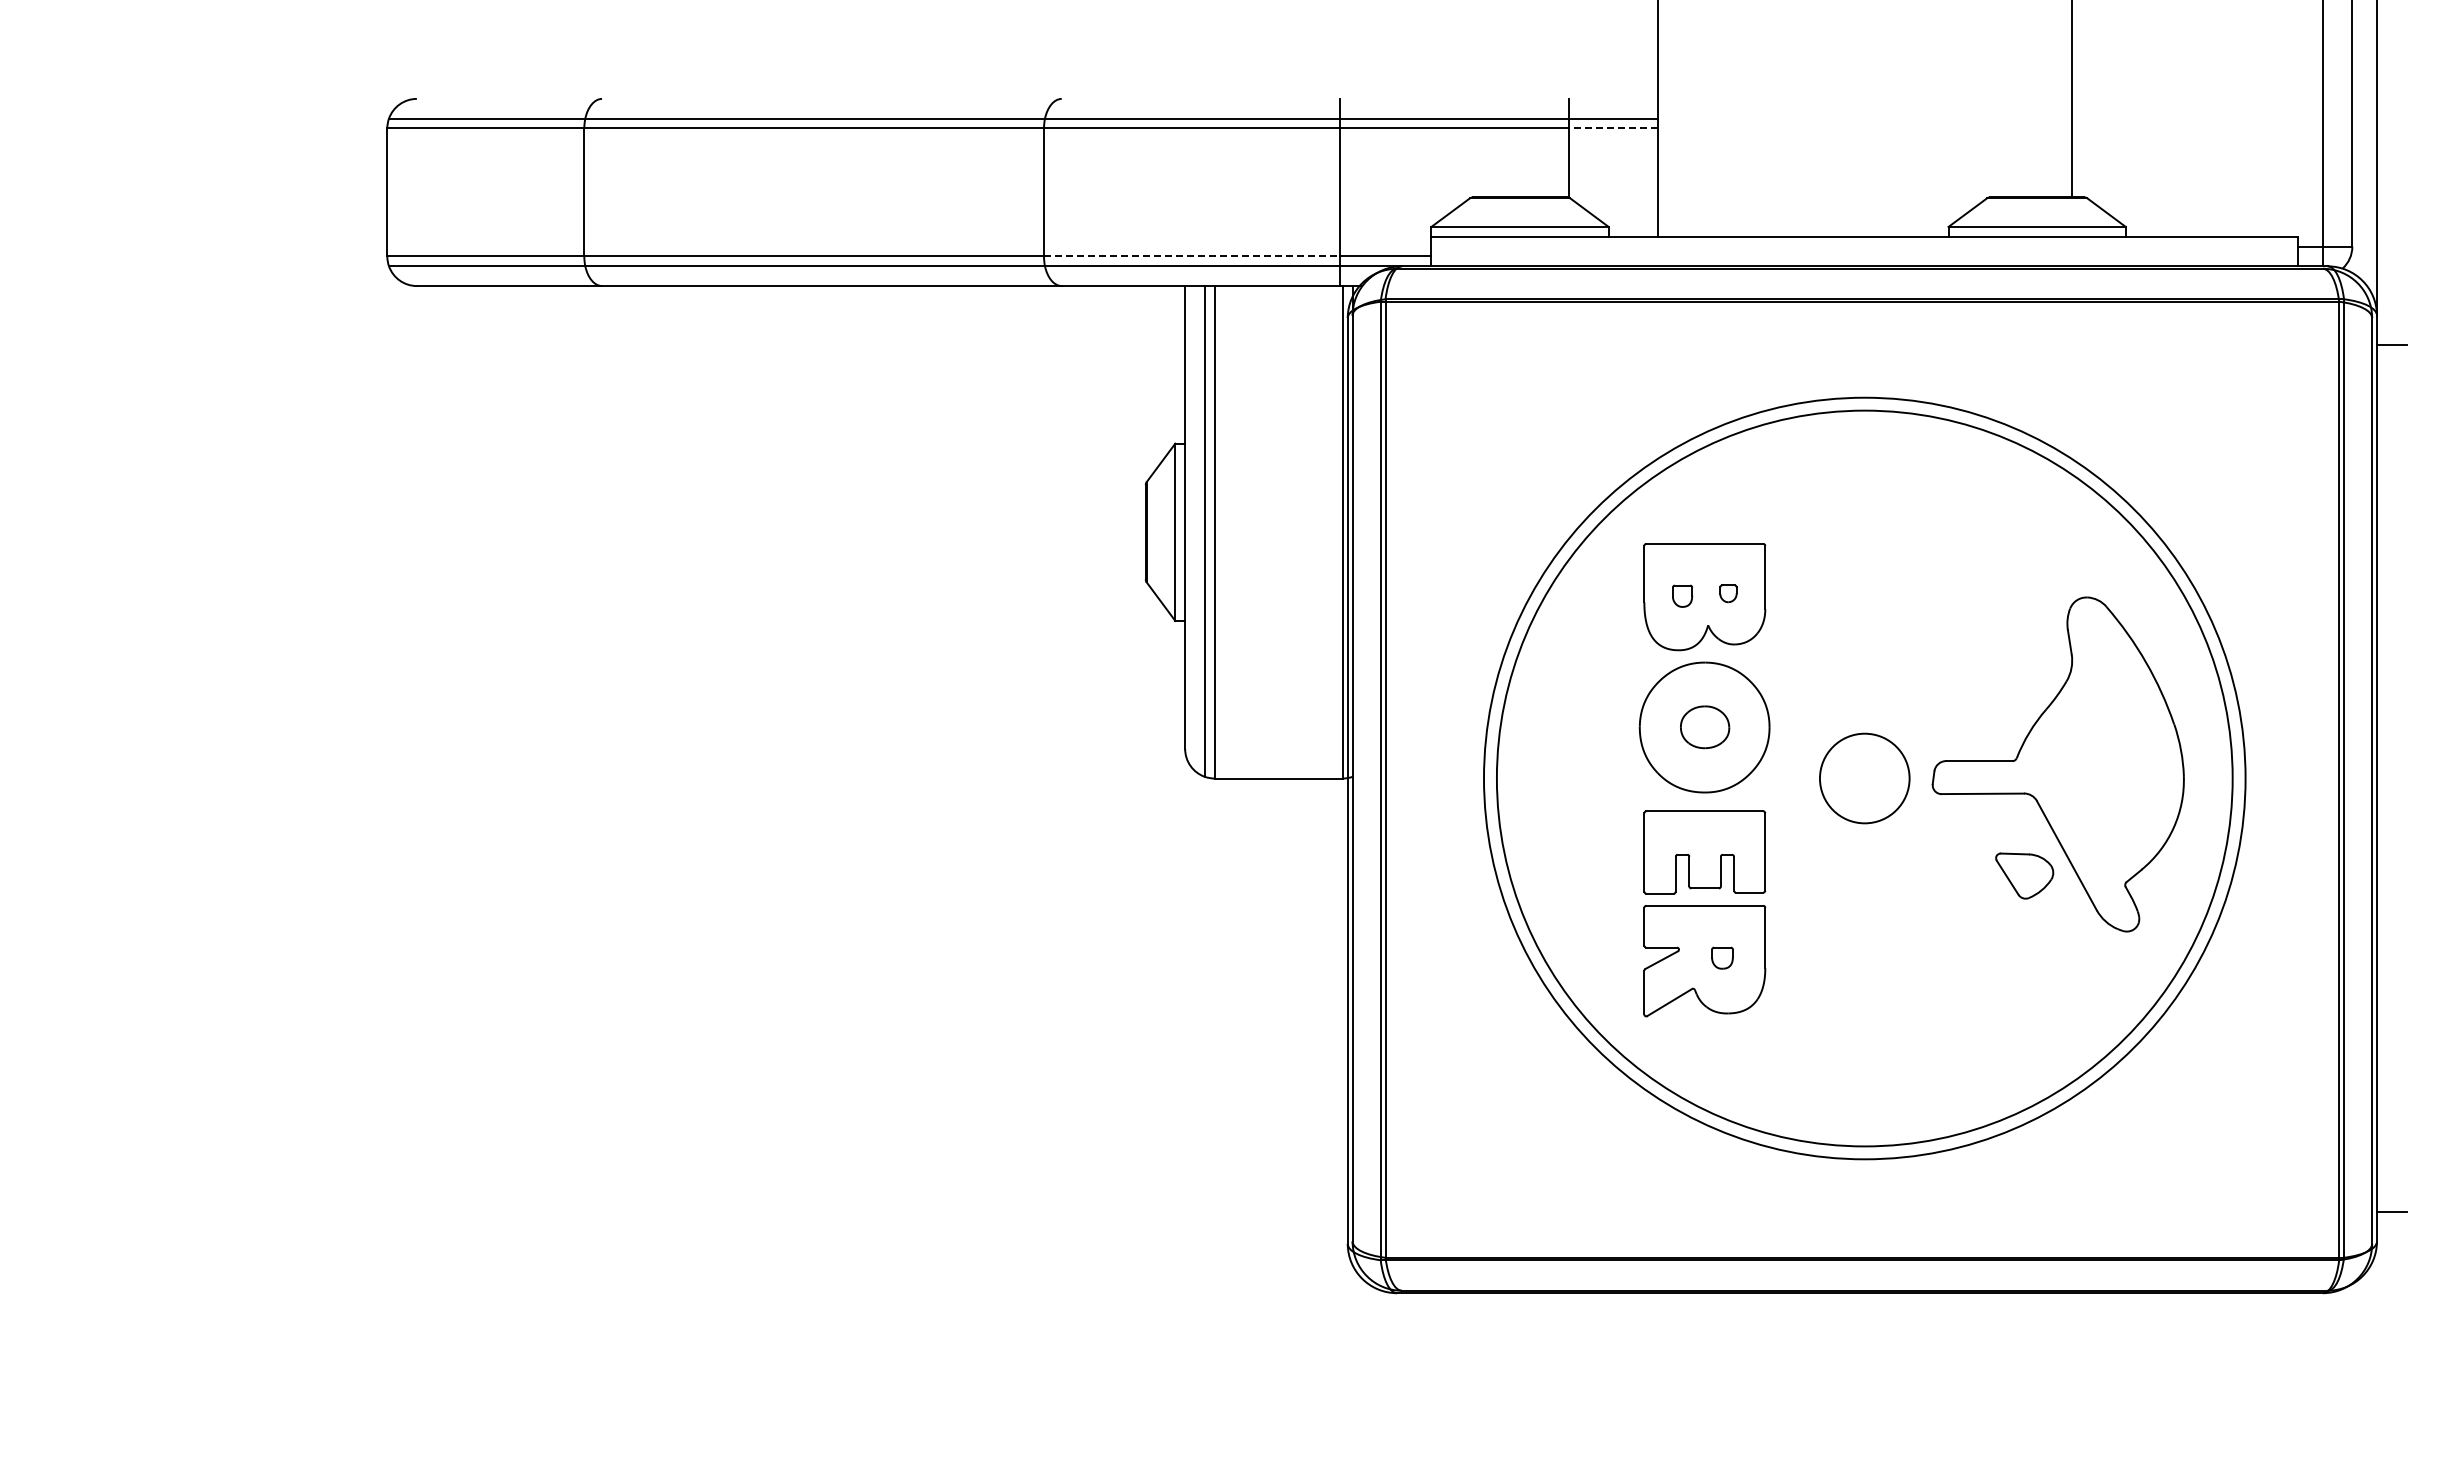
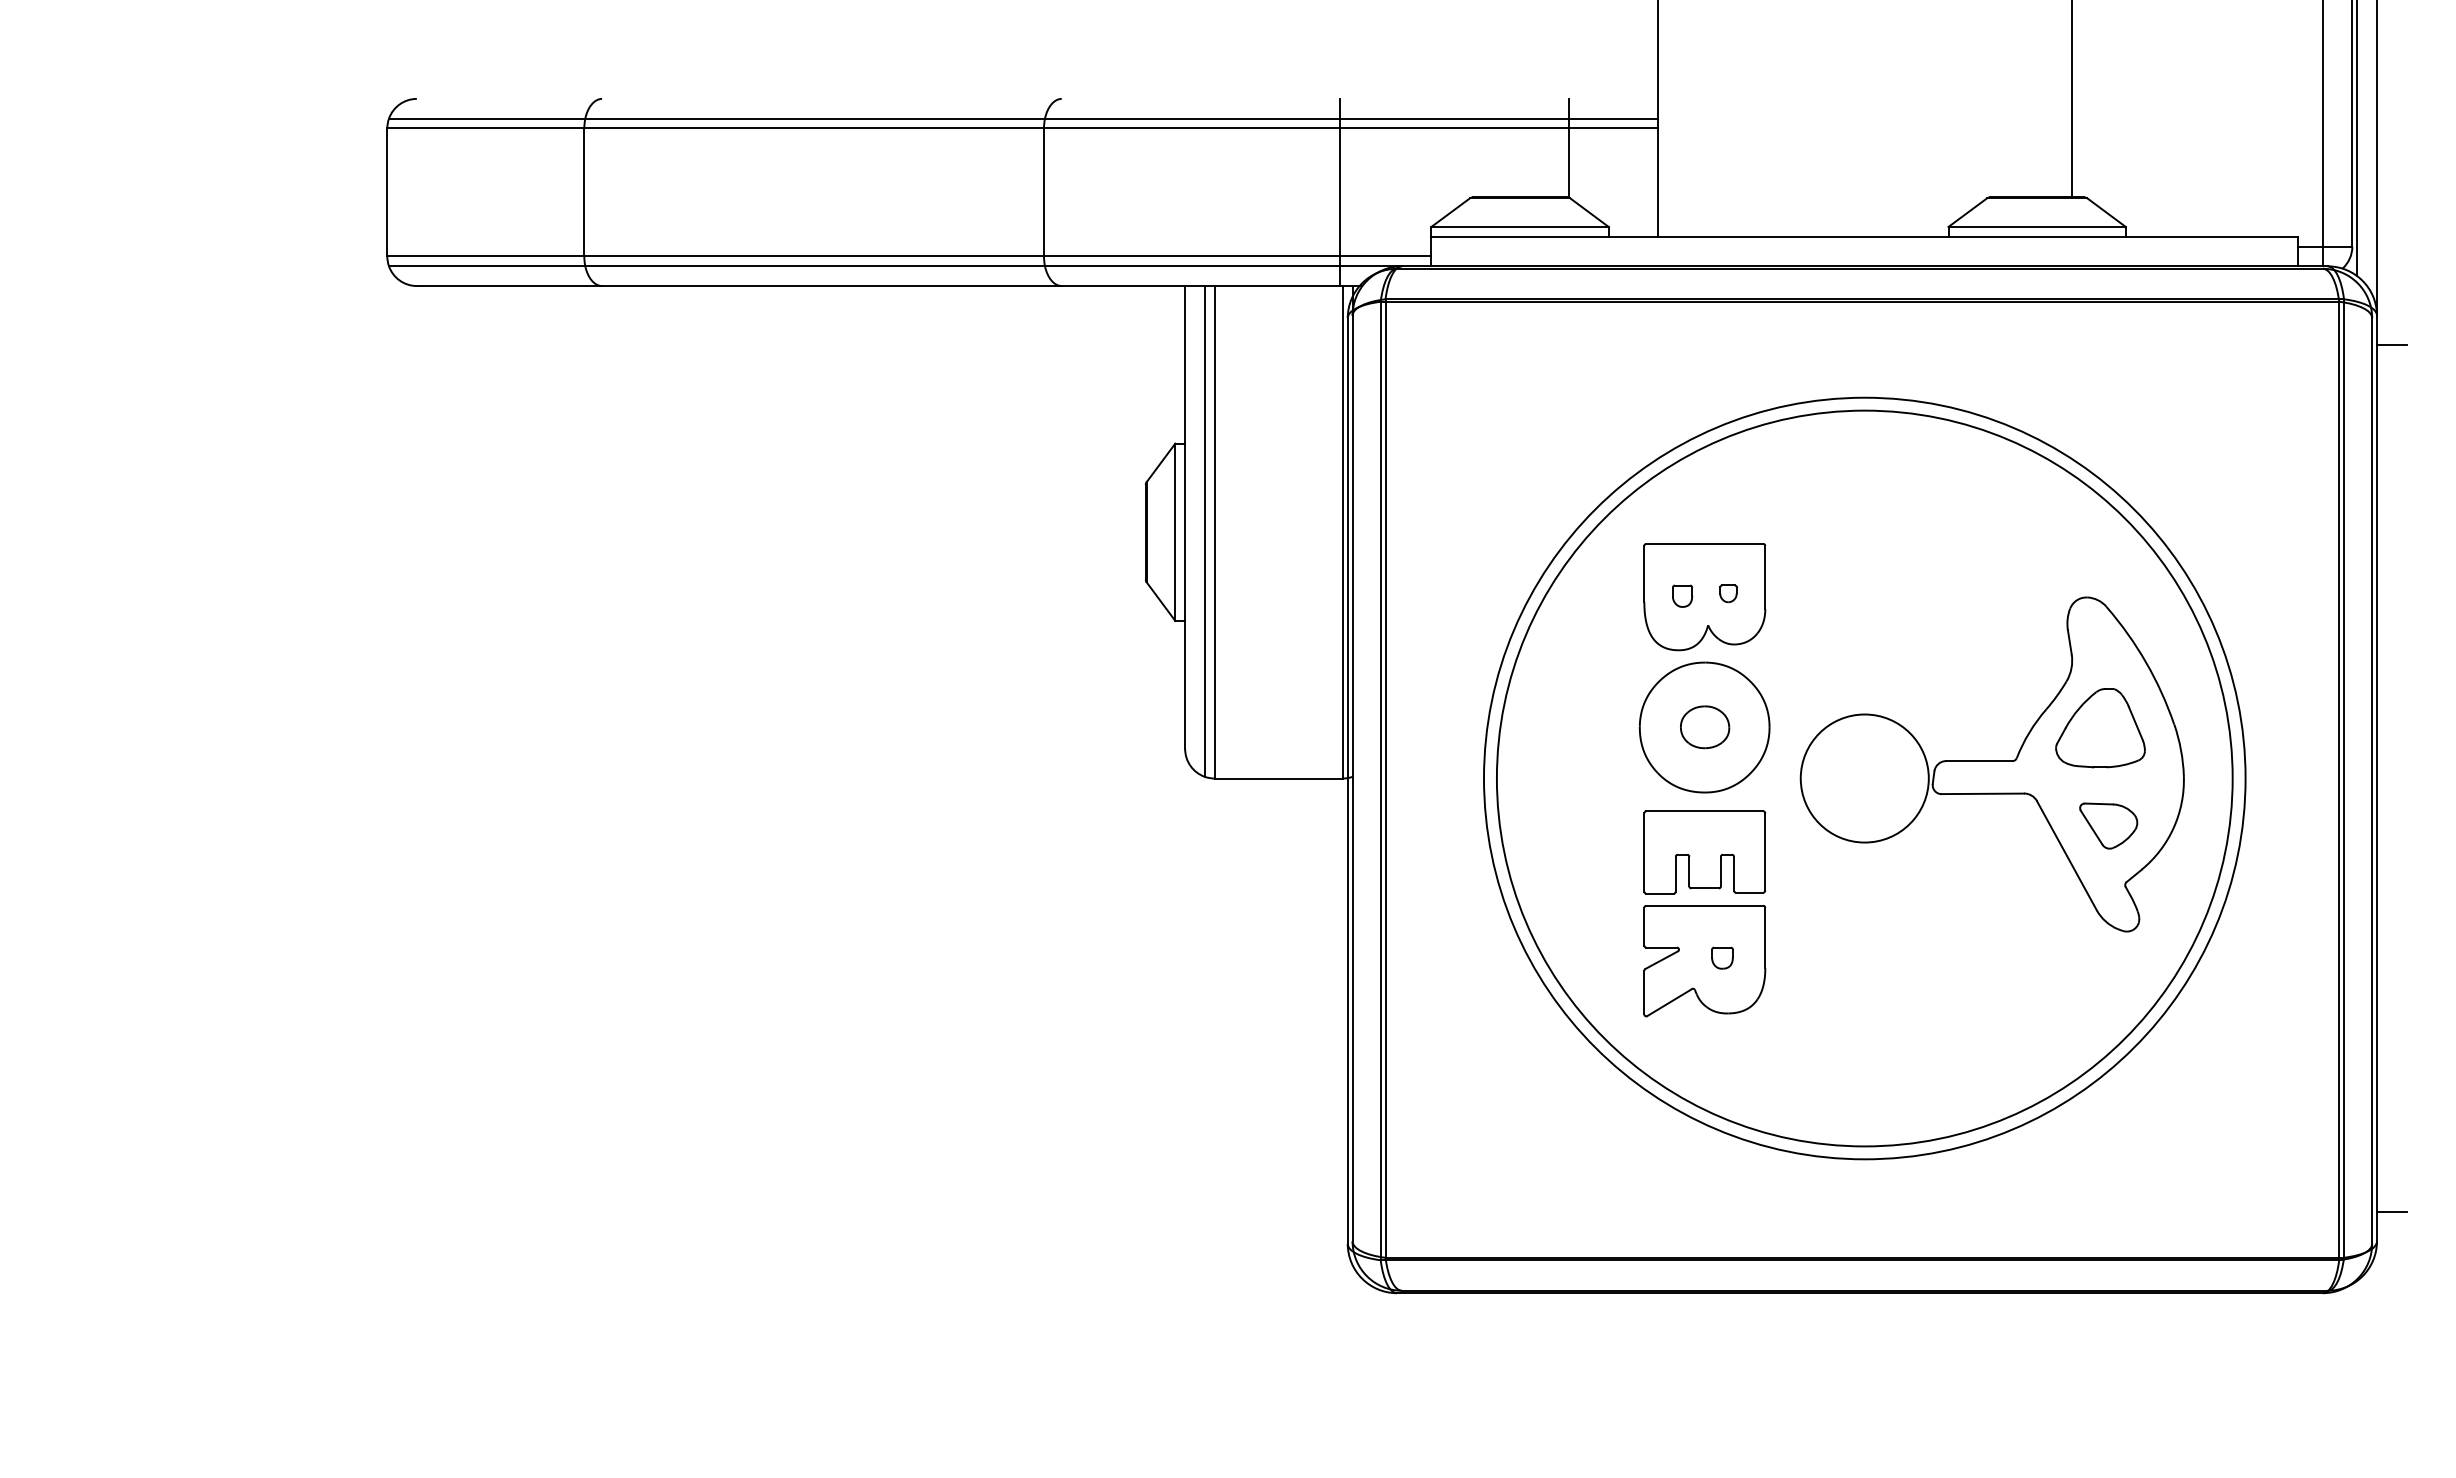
line at (1613, 128): dashed -> solid
line at (2357, 139): none -> present
line at (1191, 256): dashed -> solid
part at (2100, 728): none -> present
circle at (1864, 778) diameter: 90 px -> 128 px
part at (2024, 875) position: (2024, 875) -> (2108, 825)
